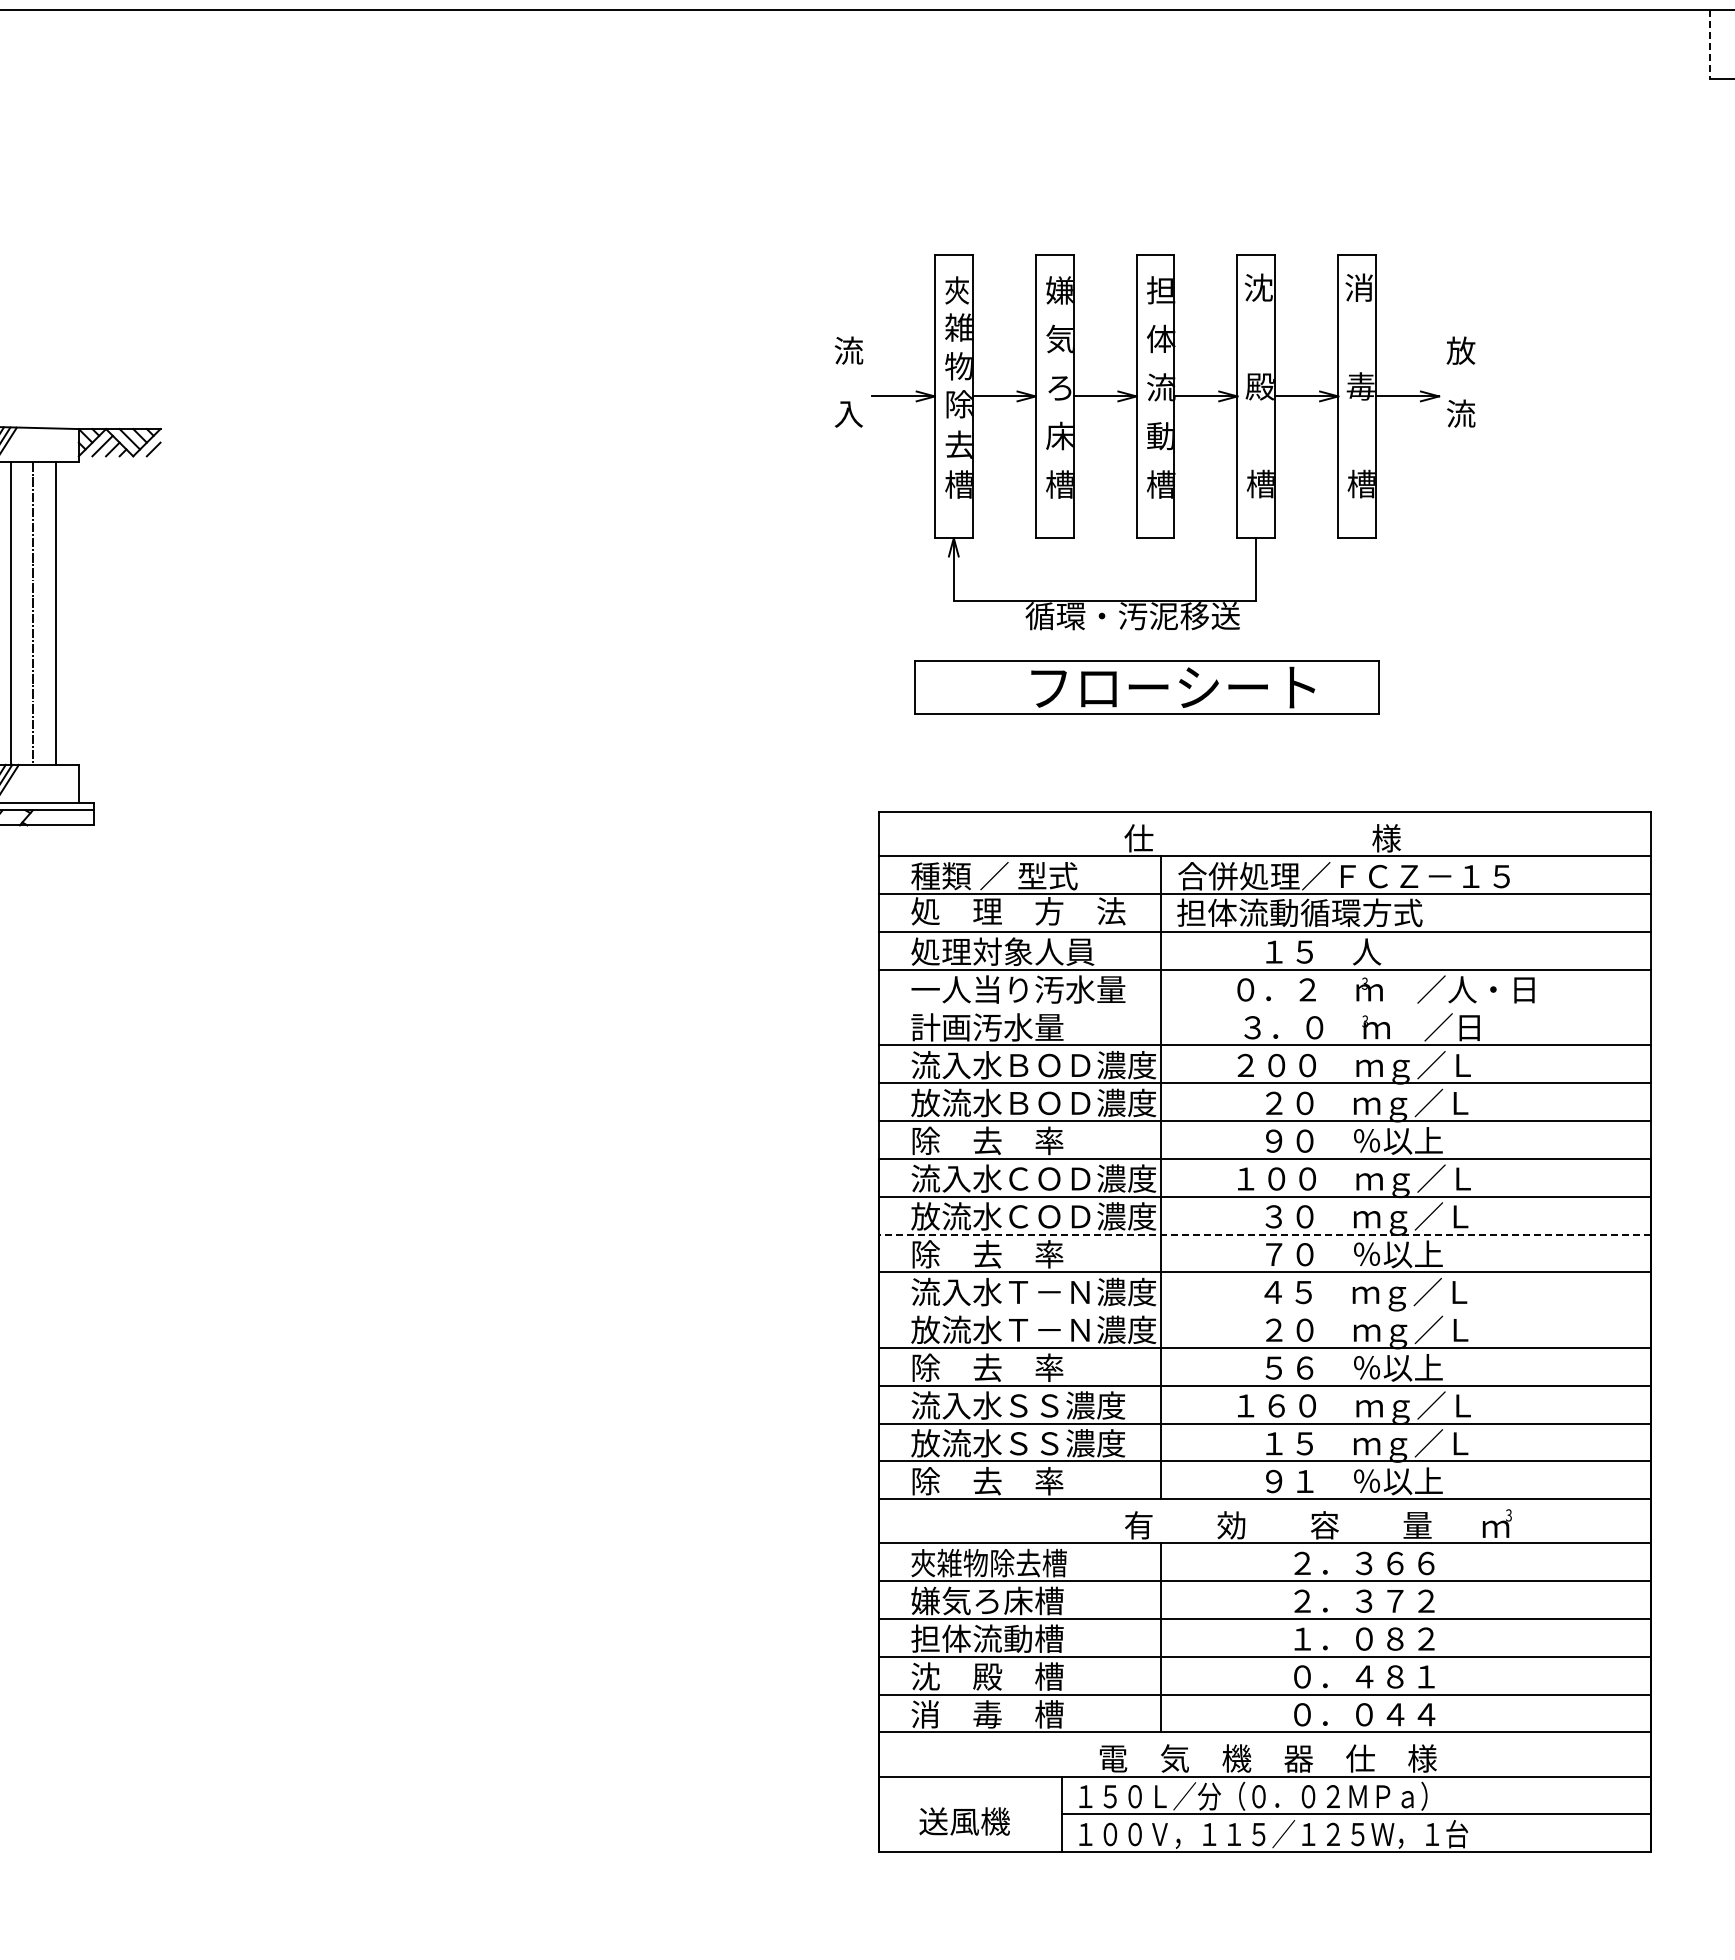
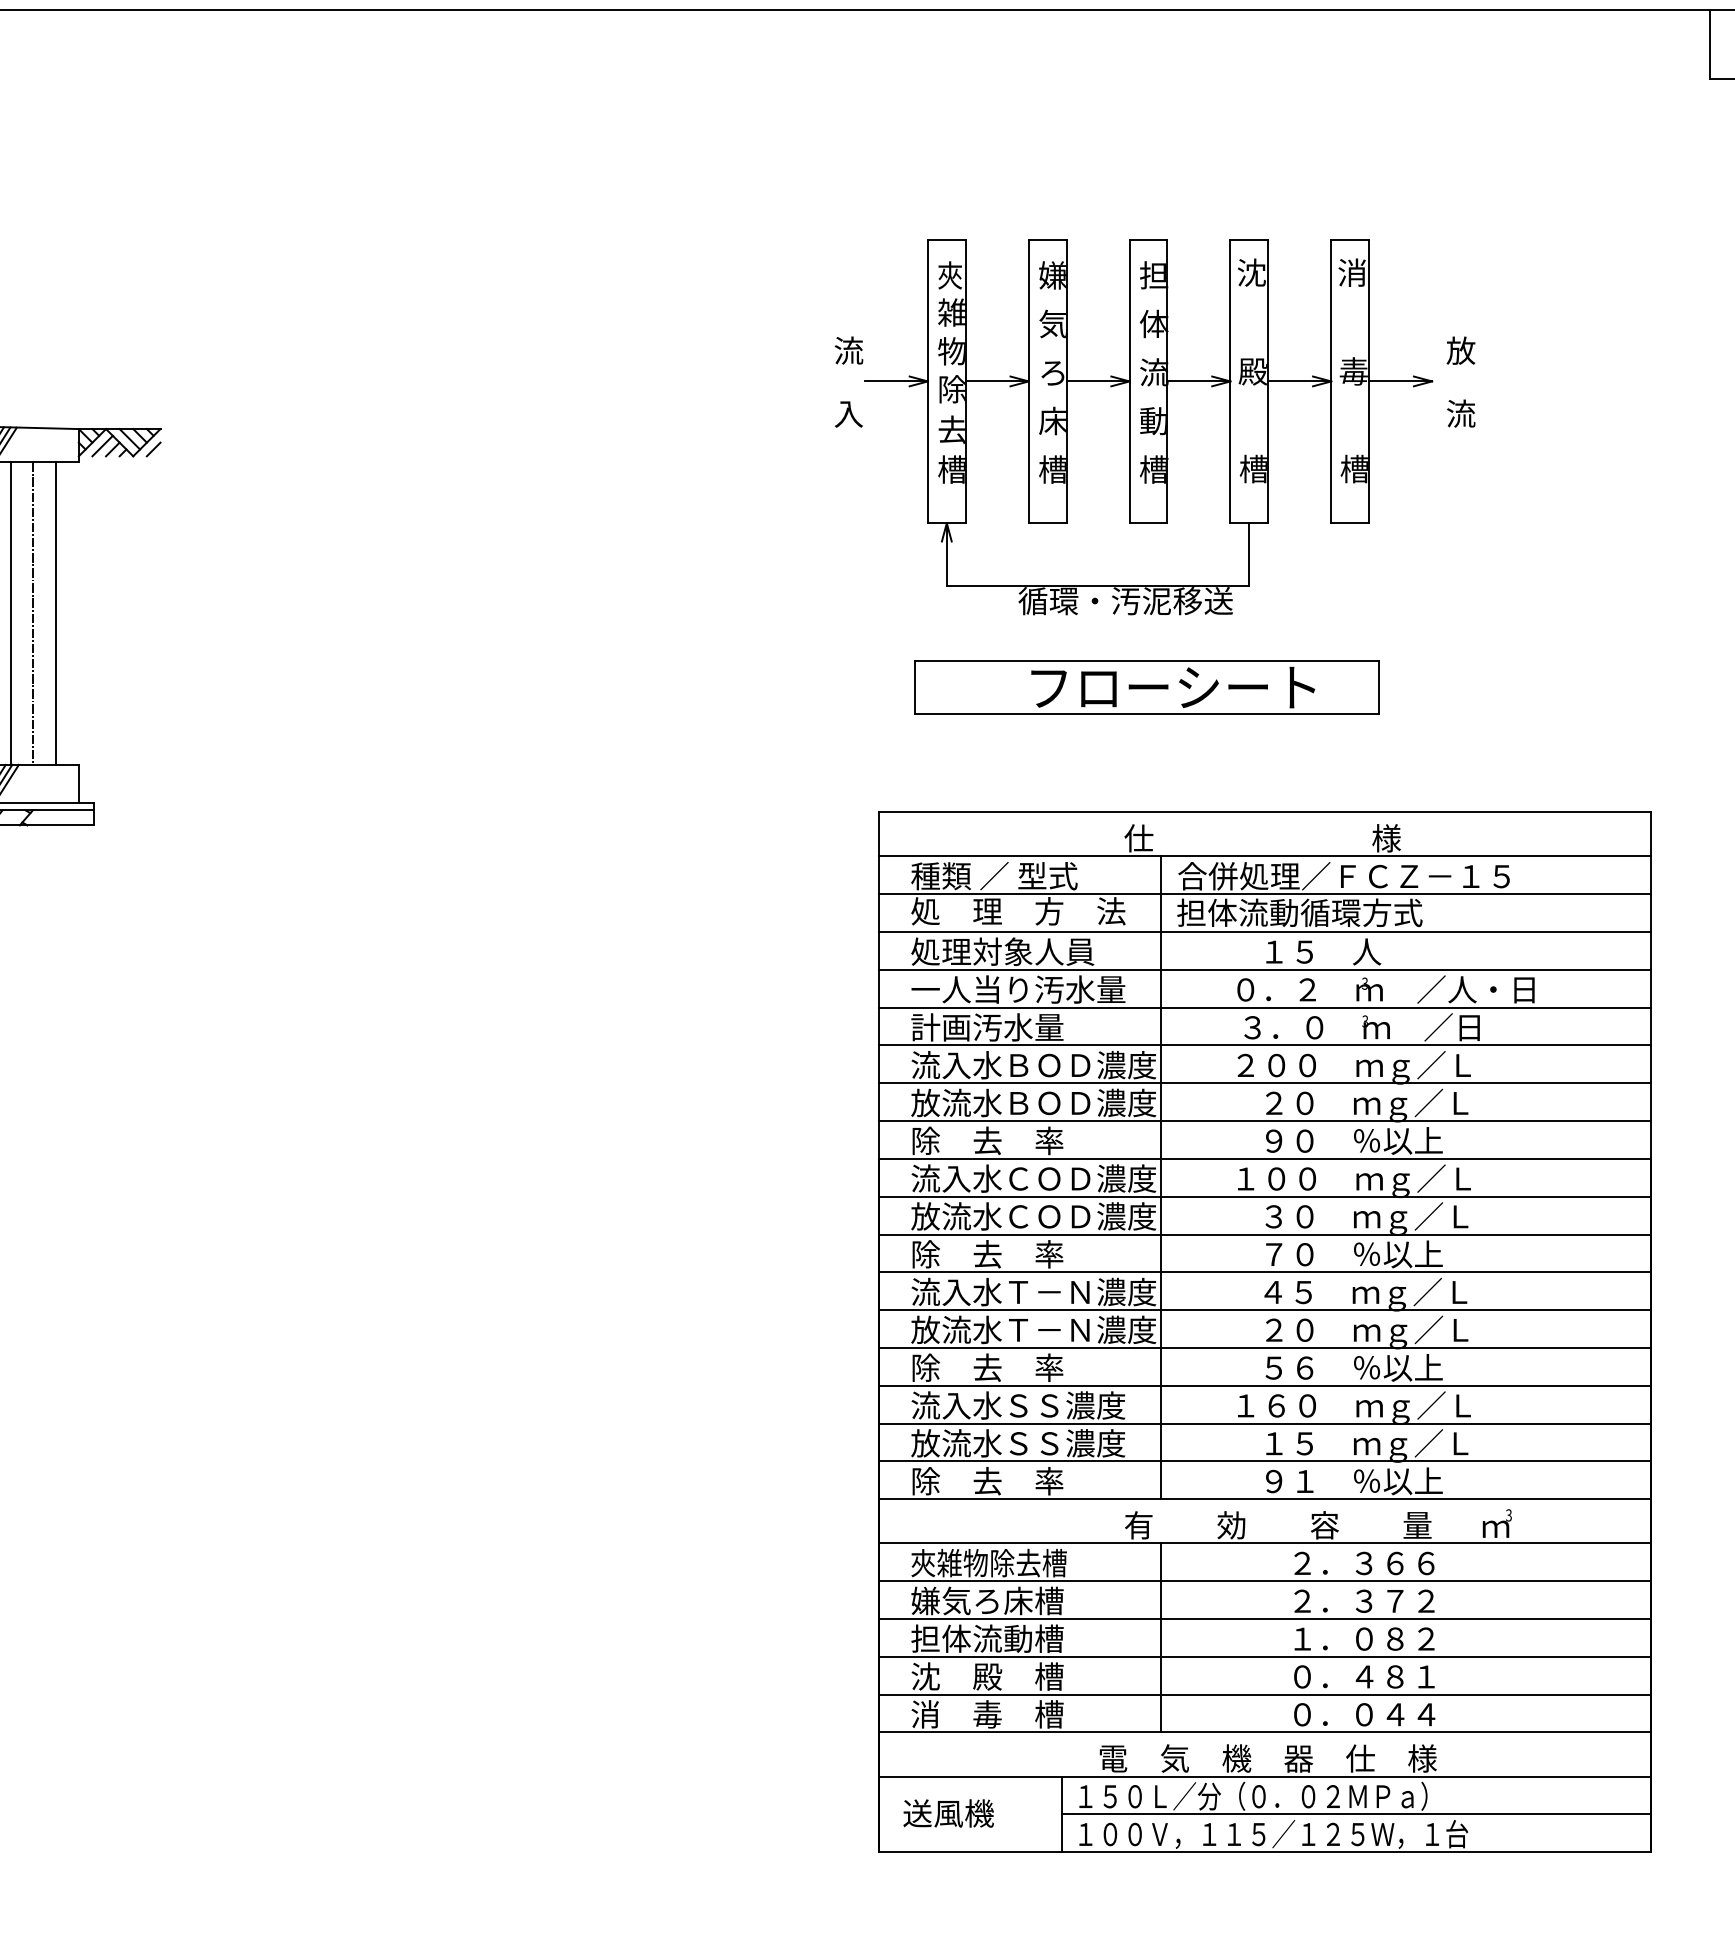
line at (1709, 44): dashed -> solid
part at (1155, 442) position: (1155, 442) -> (1148, 427)
line at (1264, 1007): none -> present
line at (1264, 1234): dashed -> solid
line at (1264, 1310): none -> present
text at (964, 1821) position: (964, 1821) -> (948, 1813)
